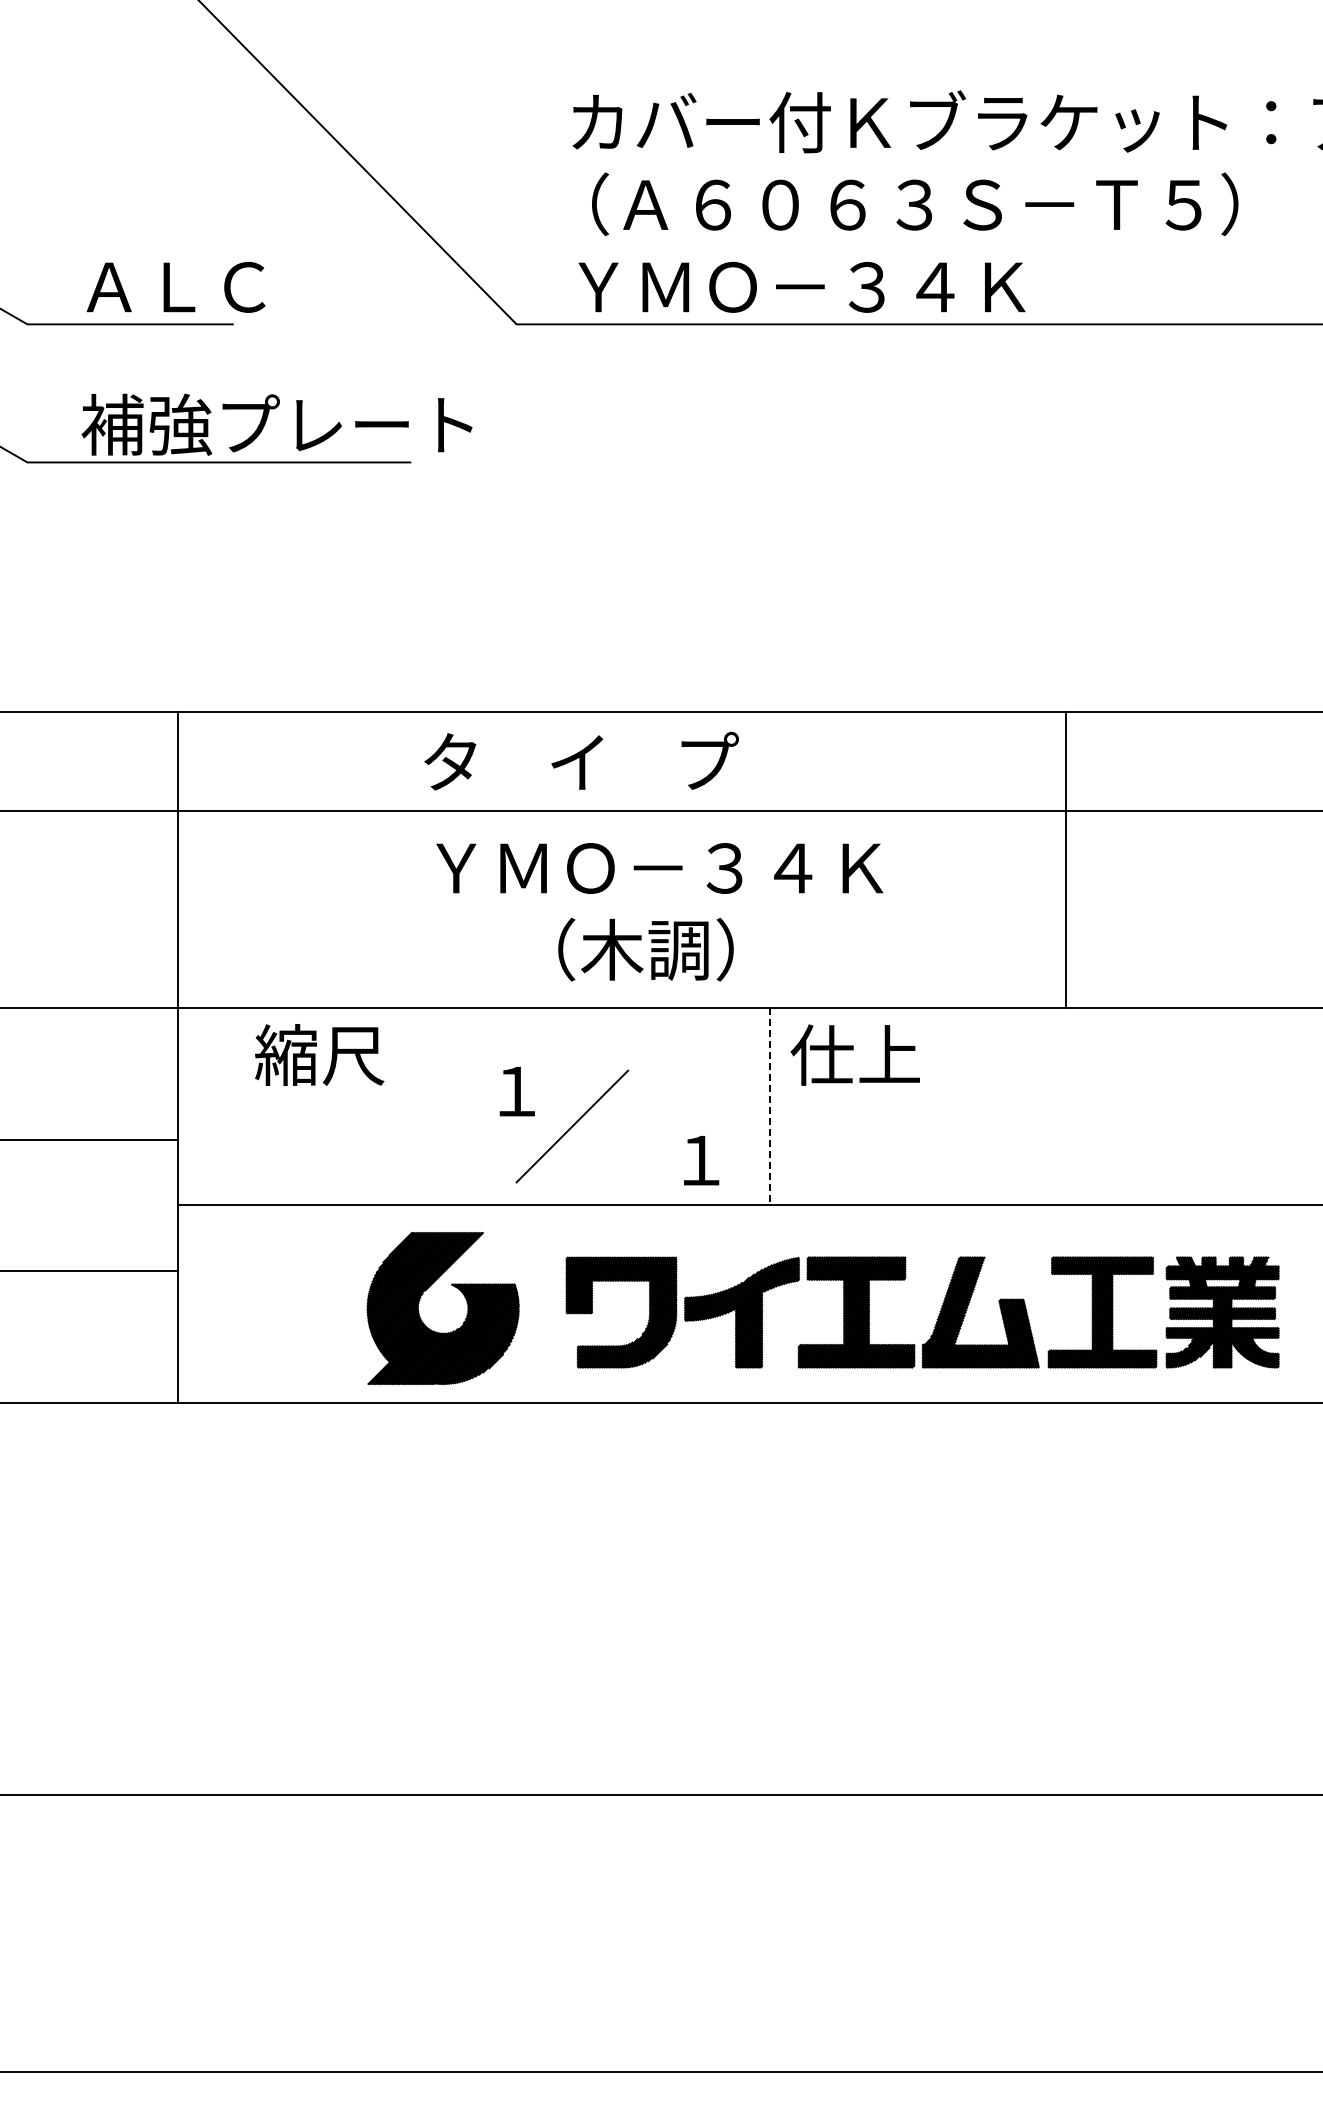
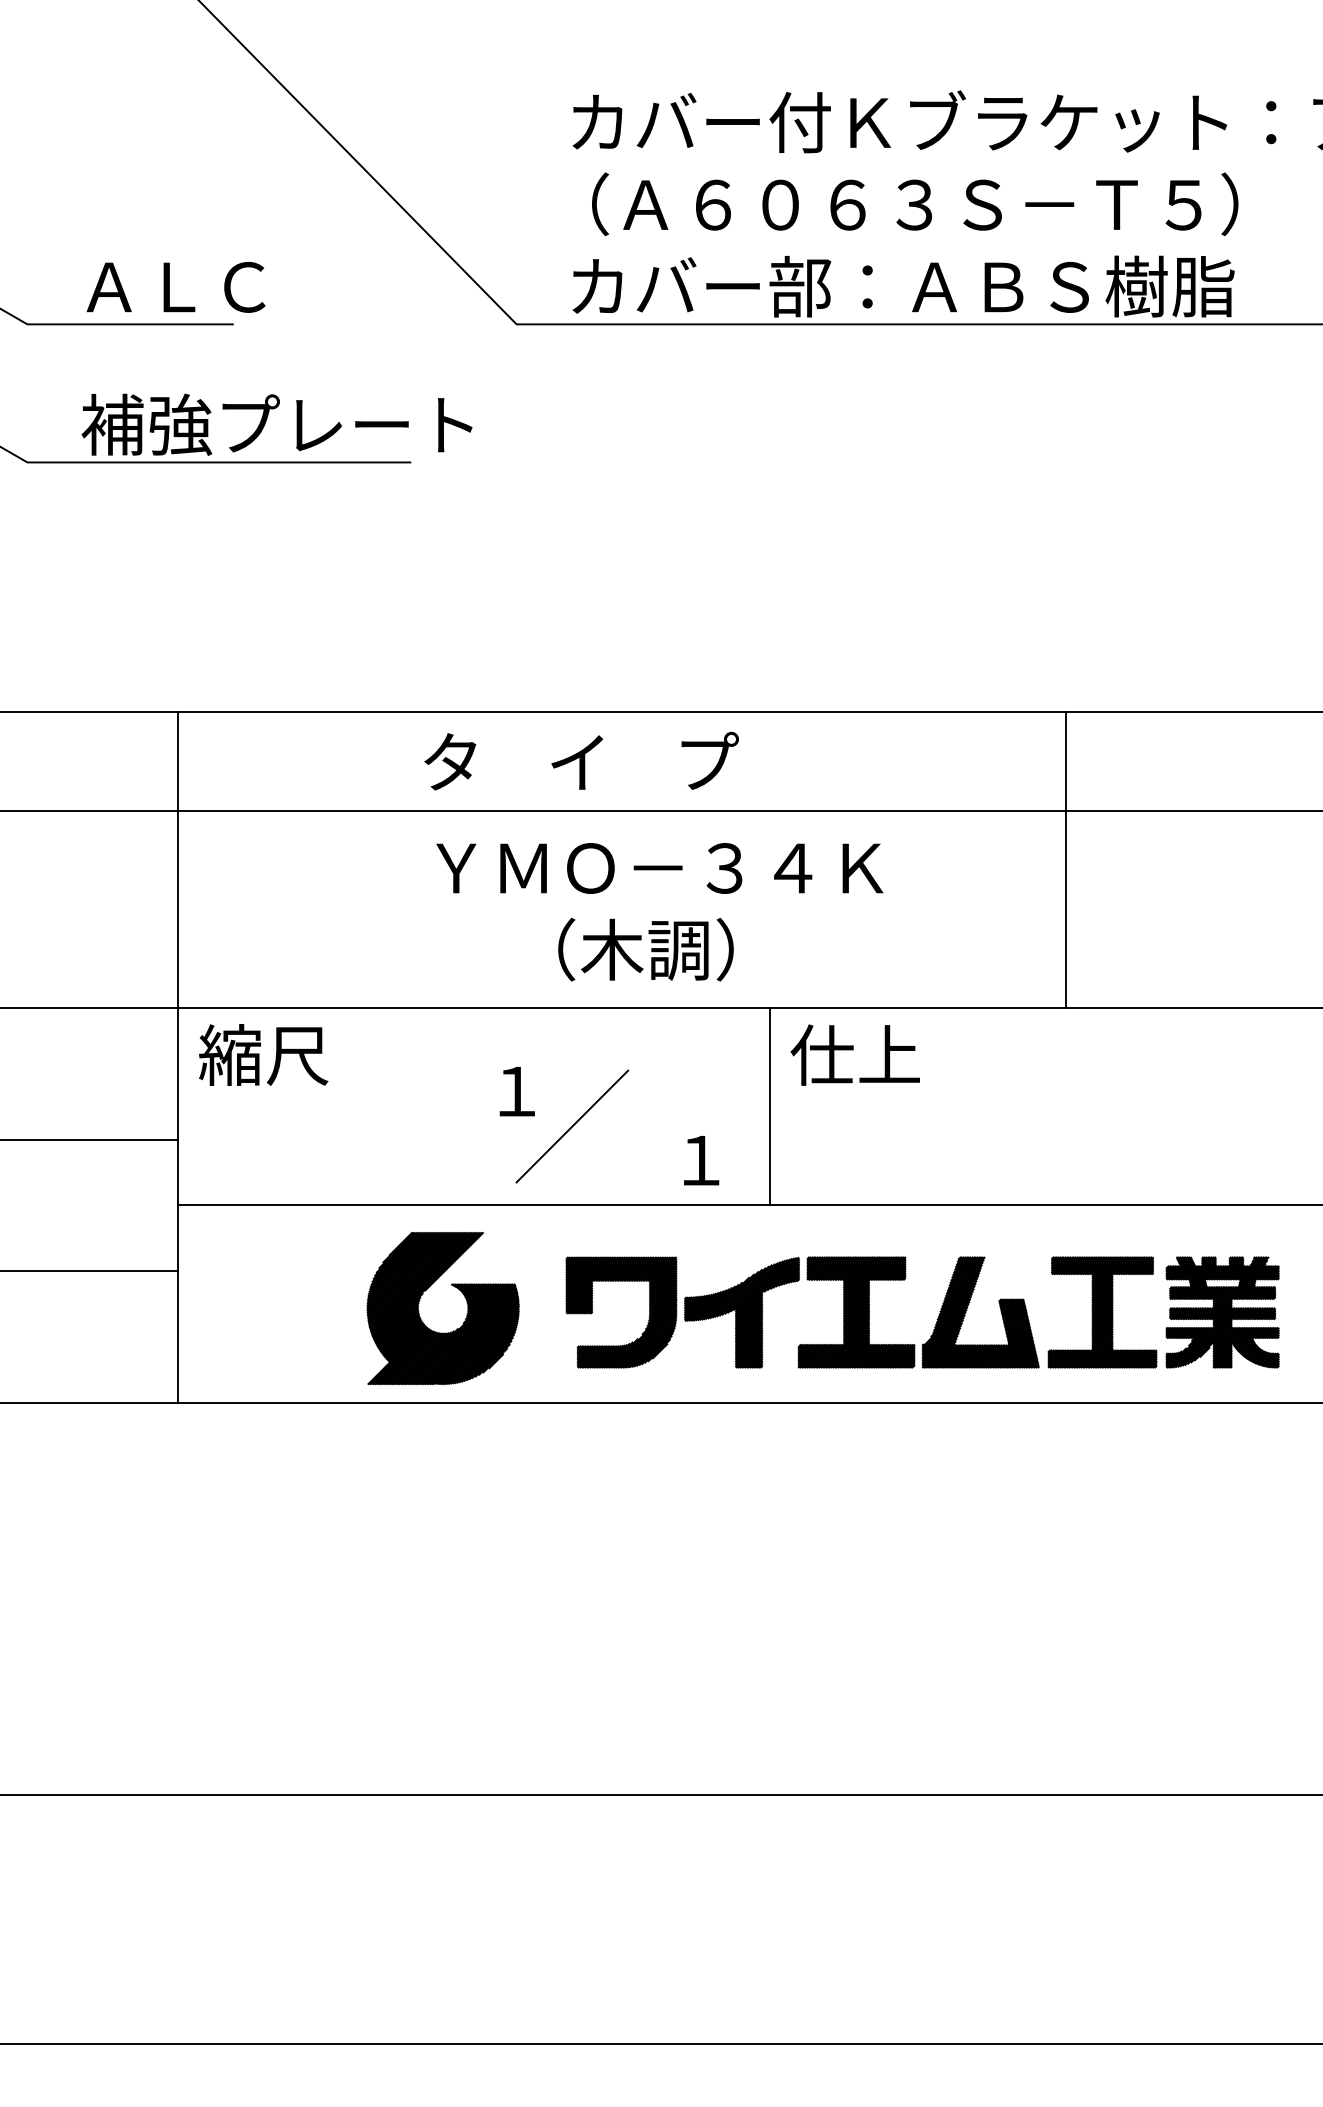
text at (903, 286): ＹＭＯ－３４Ｋ -> カバー部：ＡＢＳ樹脂
text at (319, 1054) position: (319, 1054) -> (263, 1054)
line at (769, 1106): dashed -> solid
line at (660, 2071) position: (660, 2071) -> (660, 2043)
